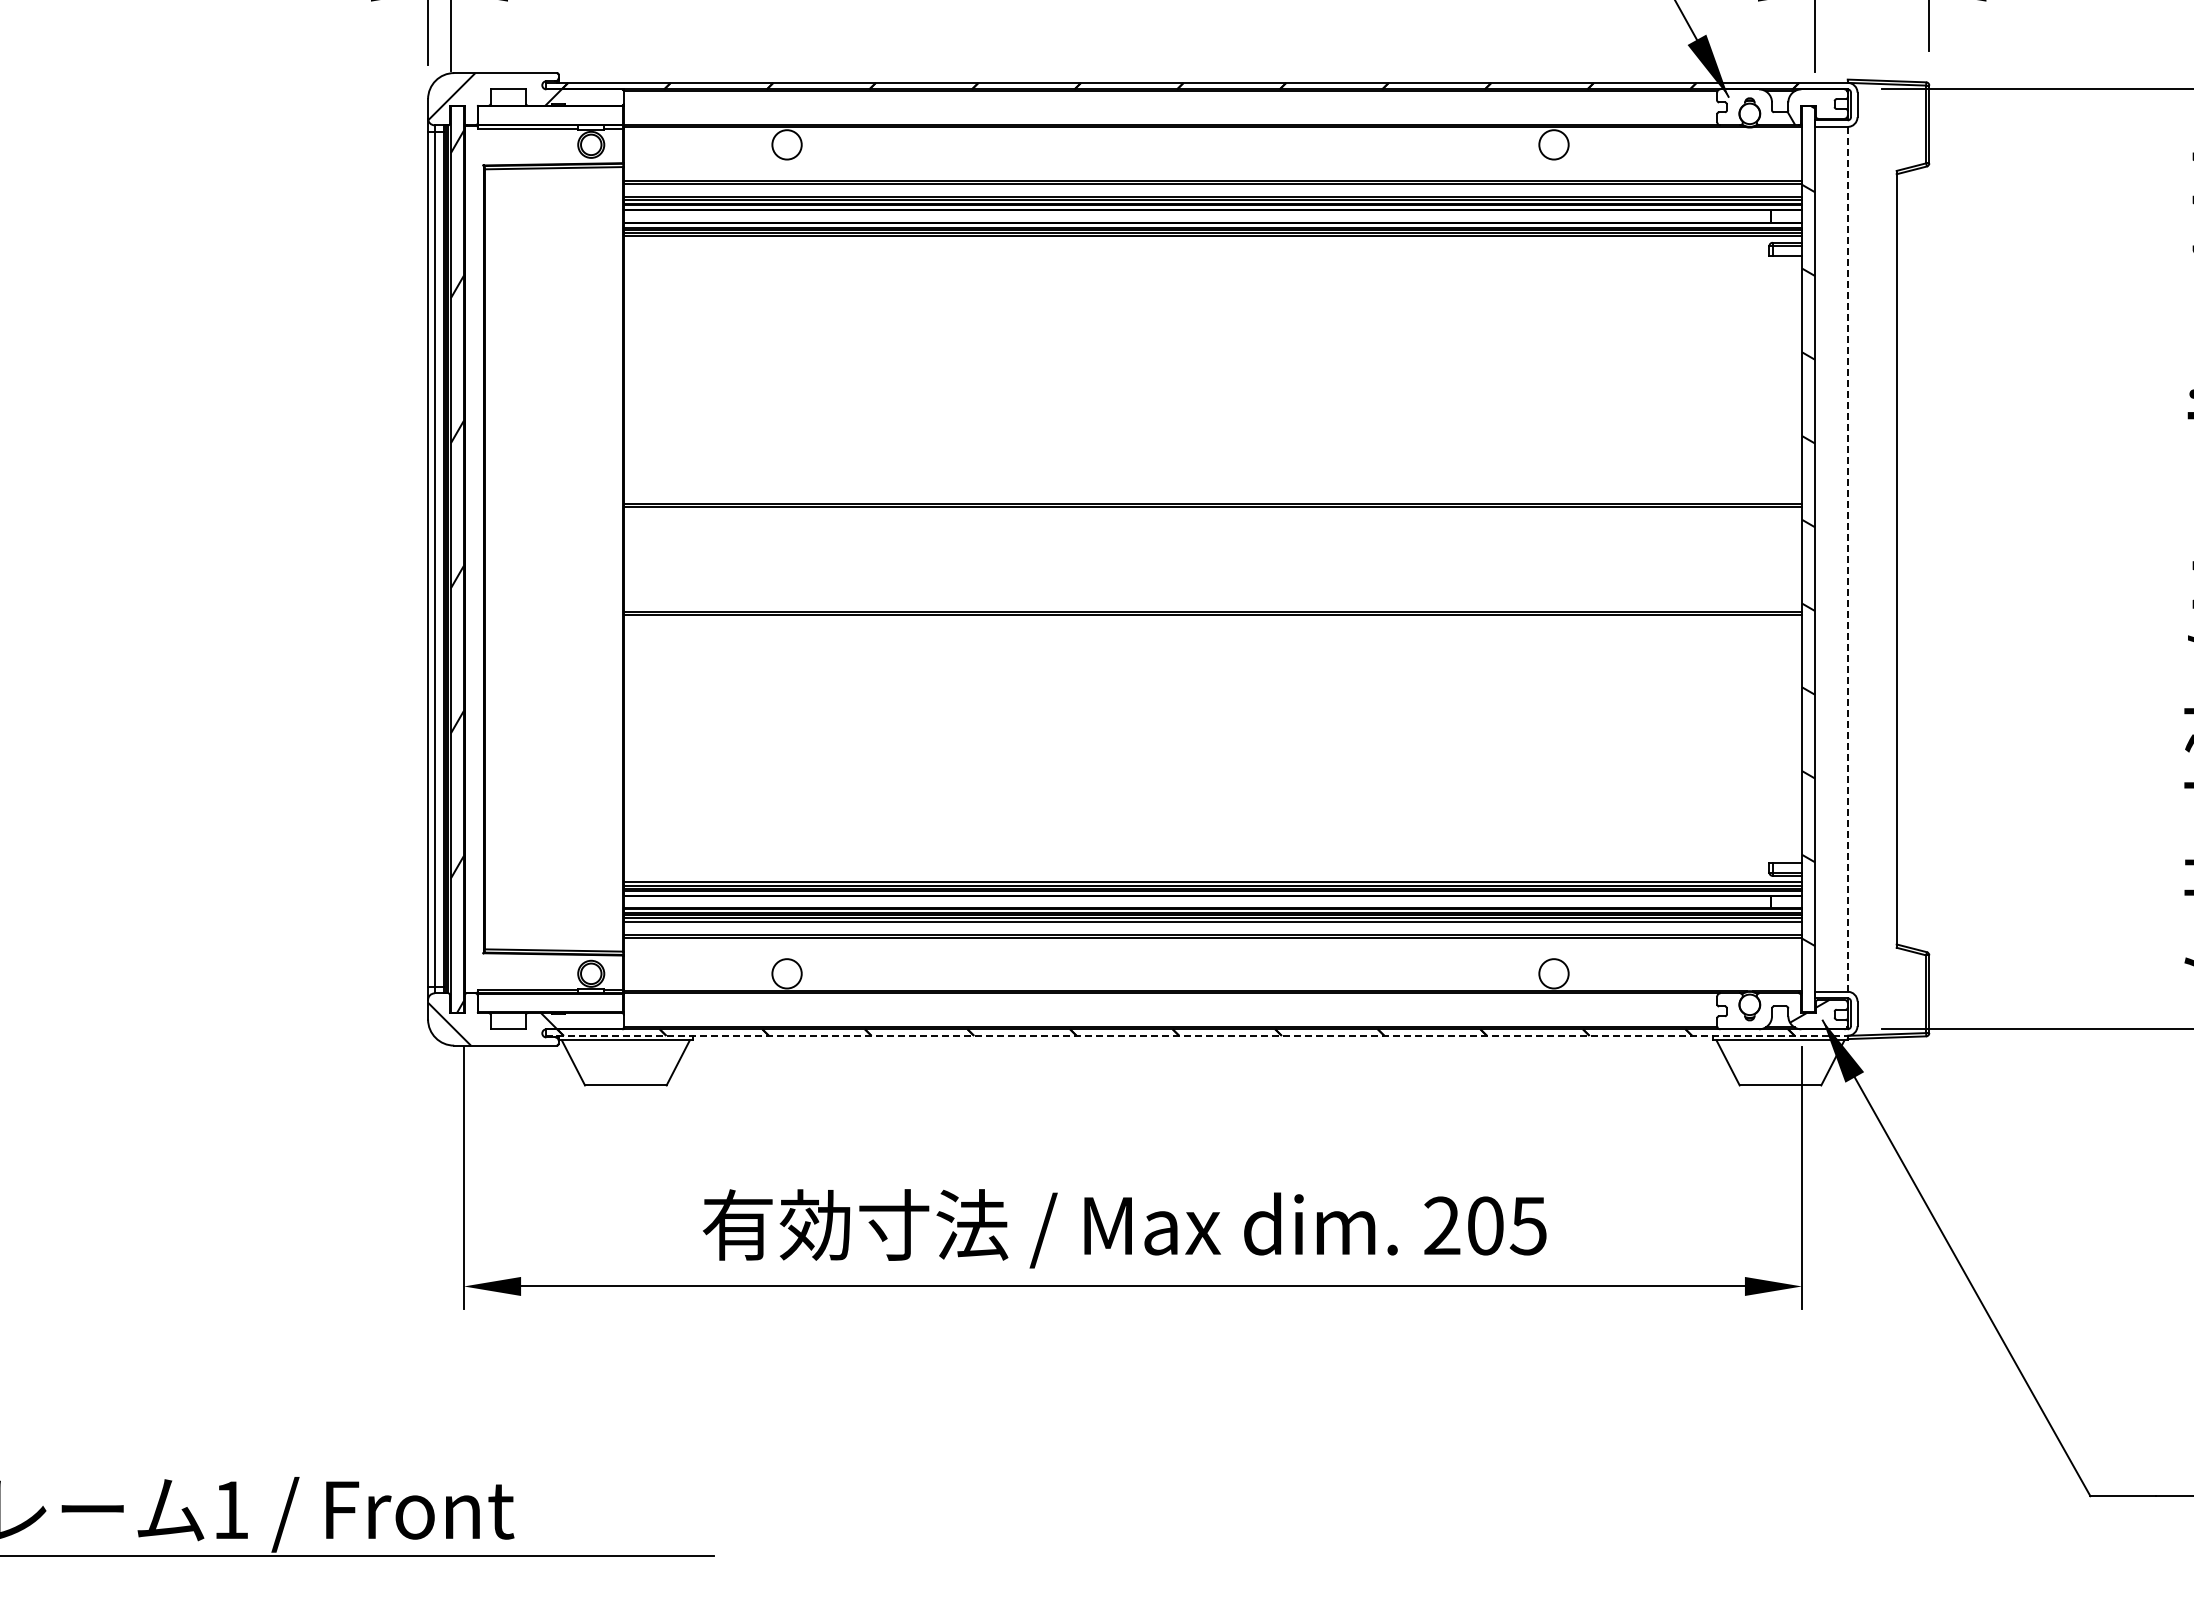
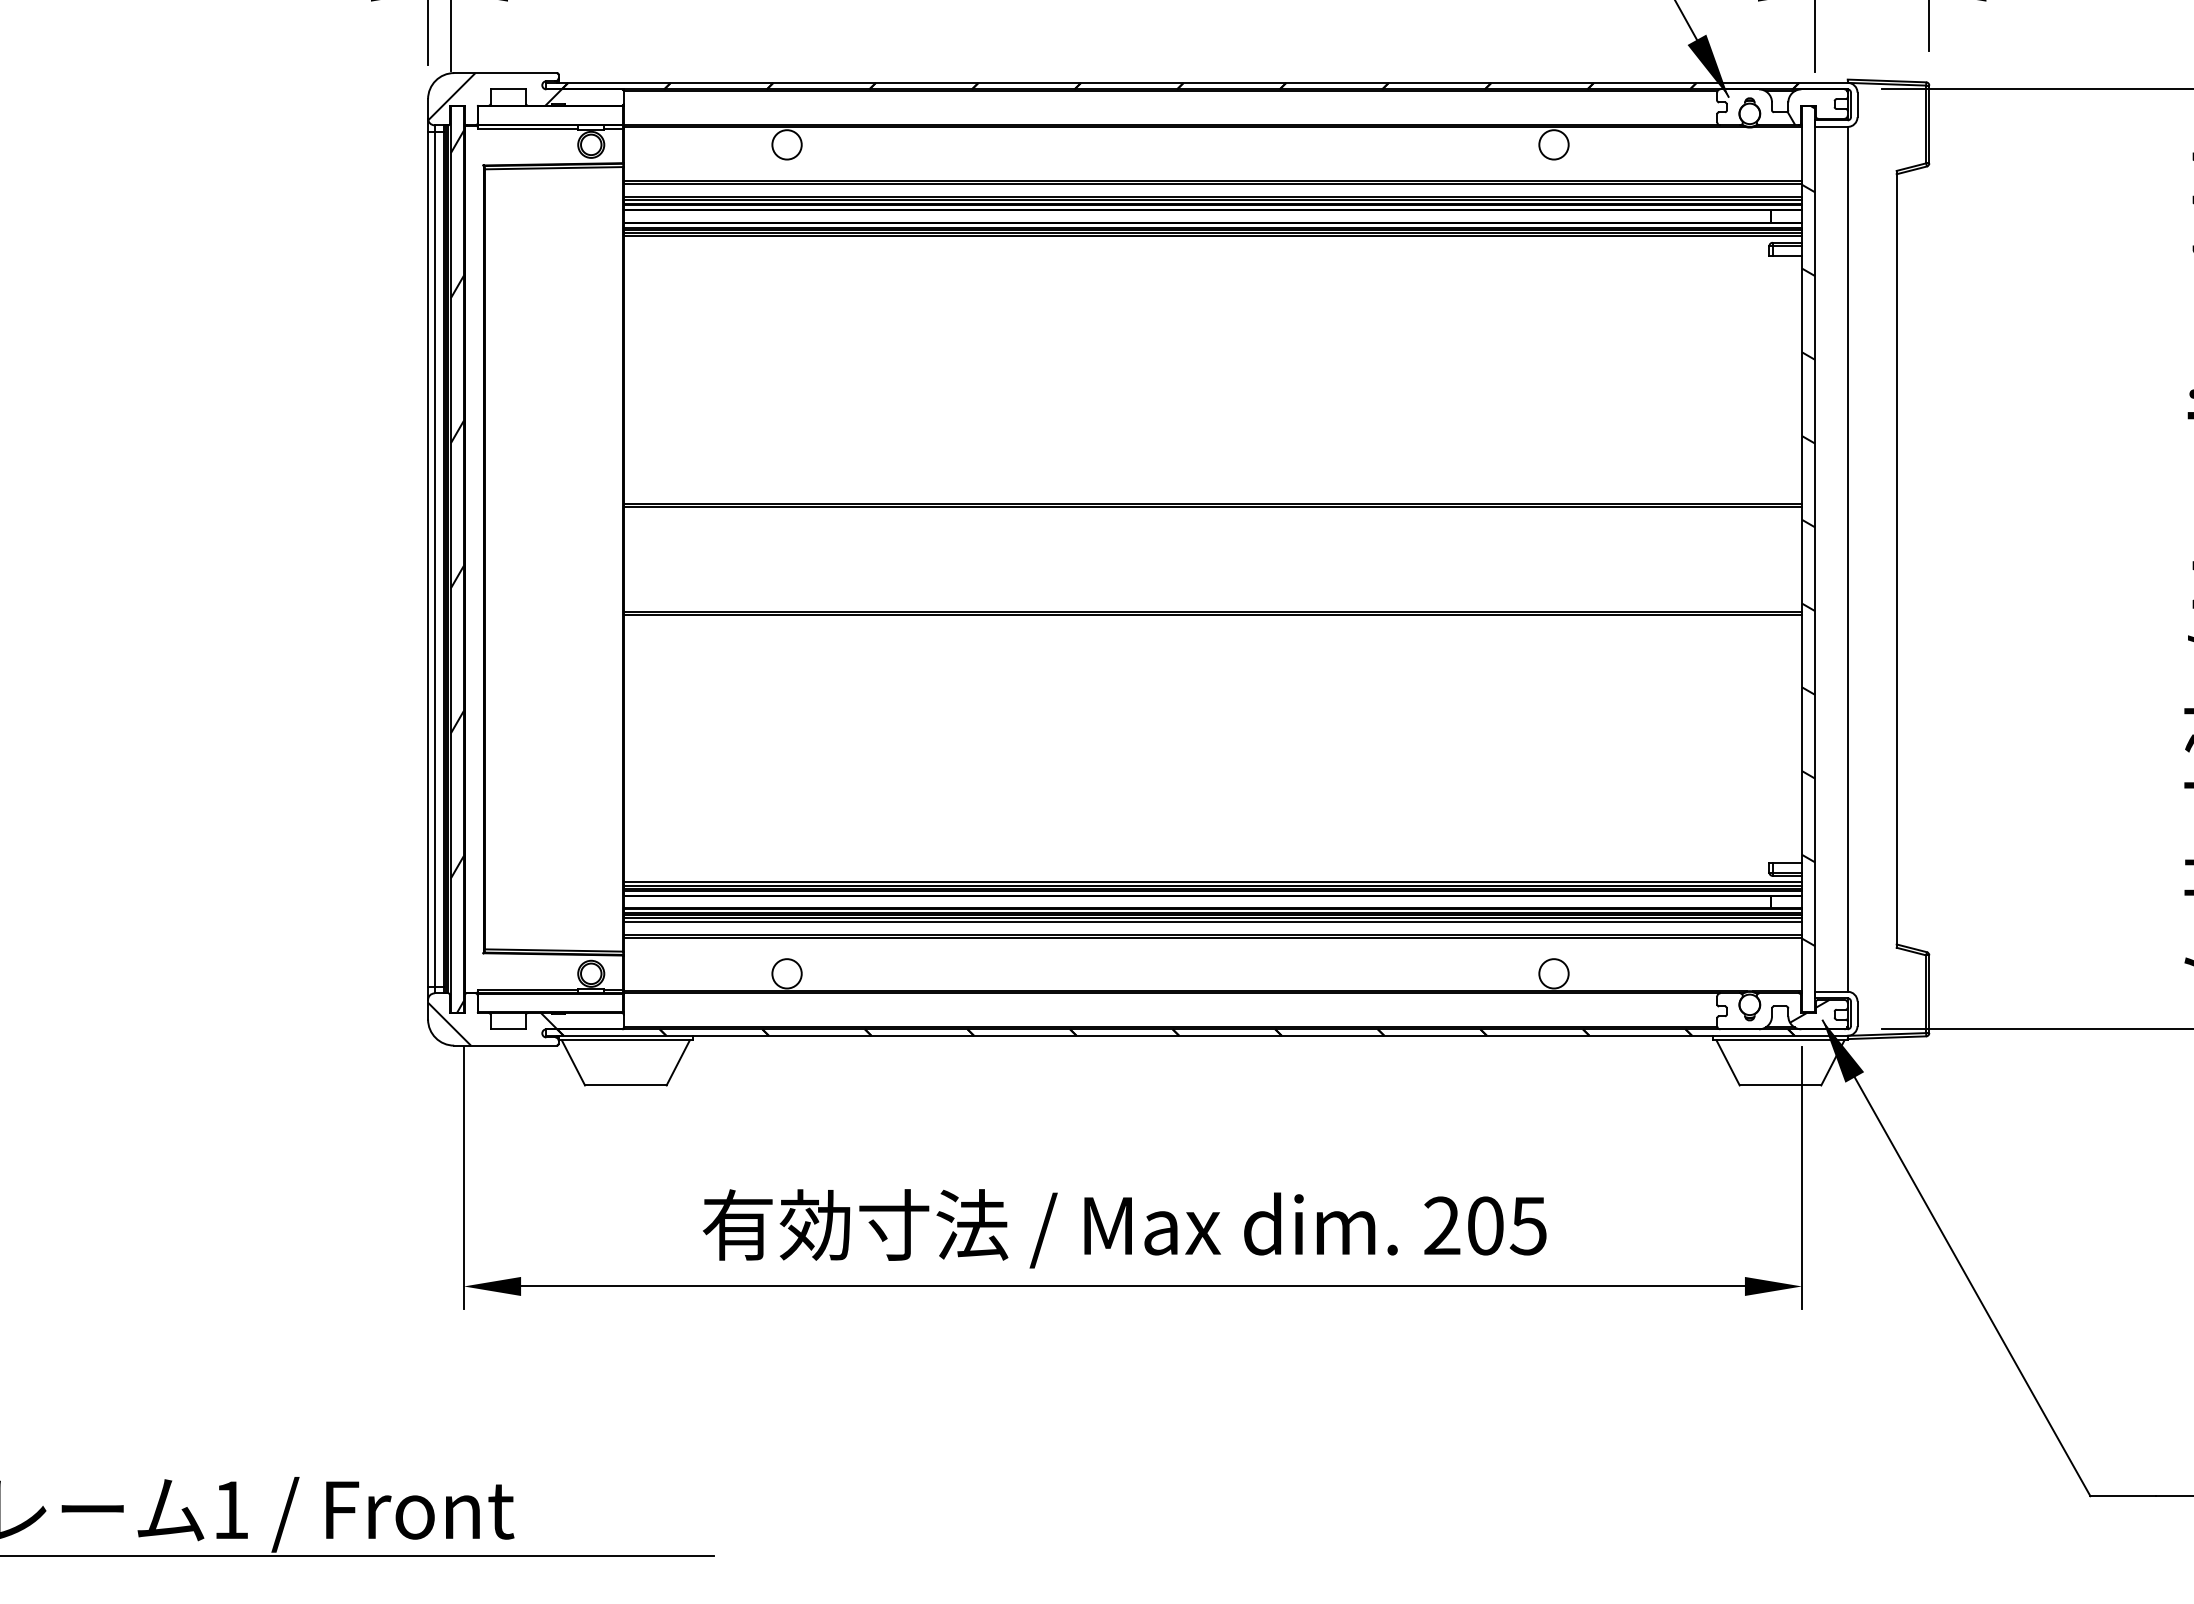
line at (1847, 558): dashed -> solid
line at (1197, 1035): dashed -> solid
